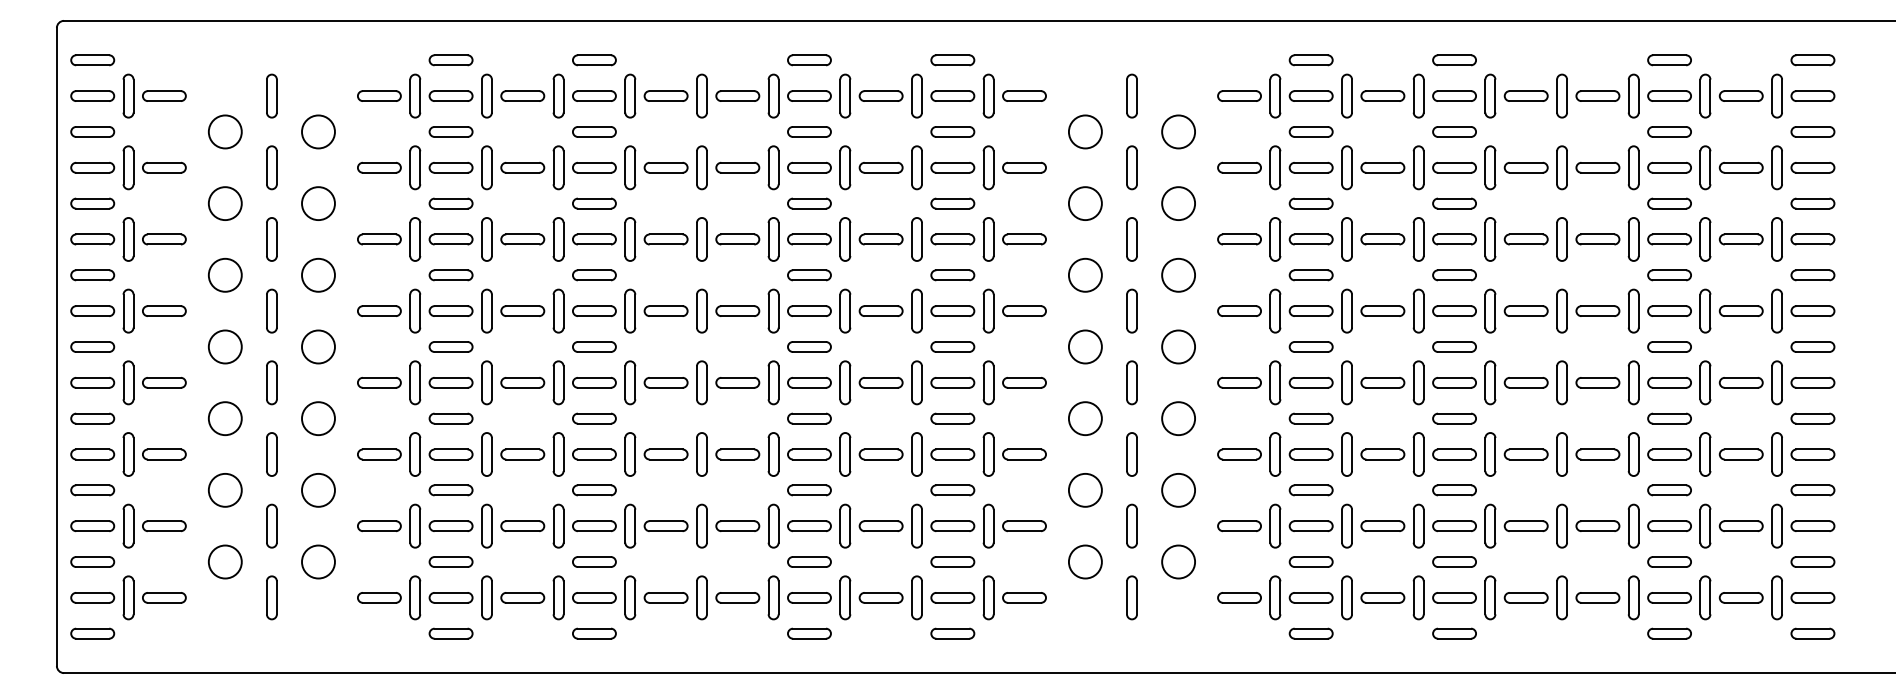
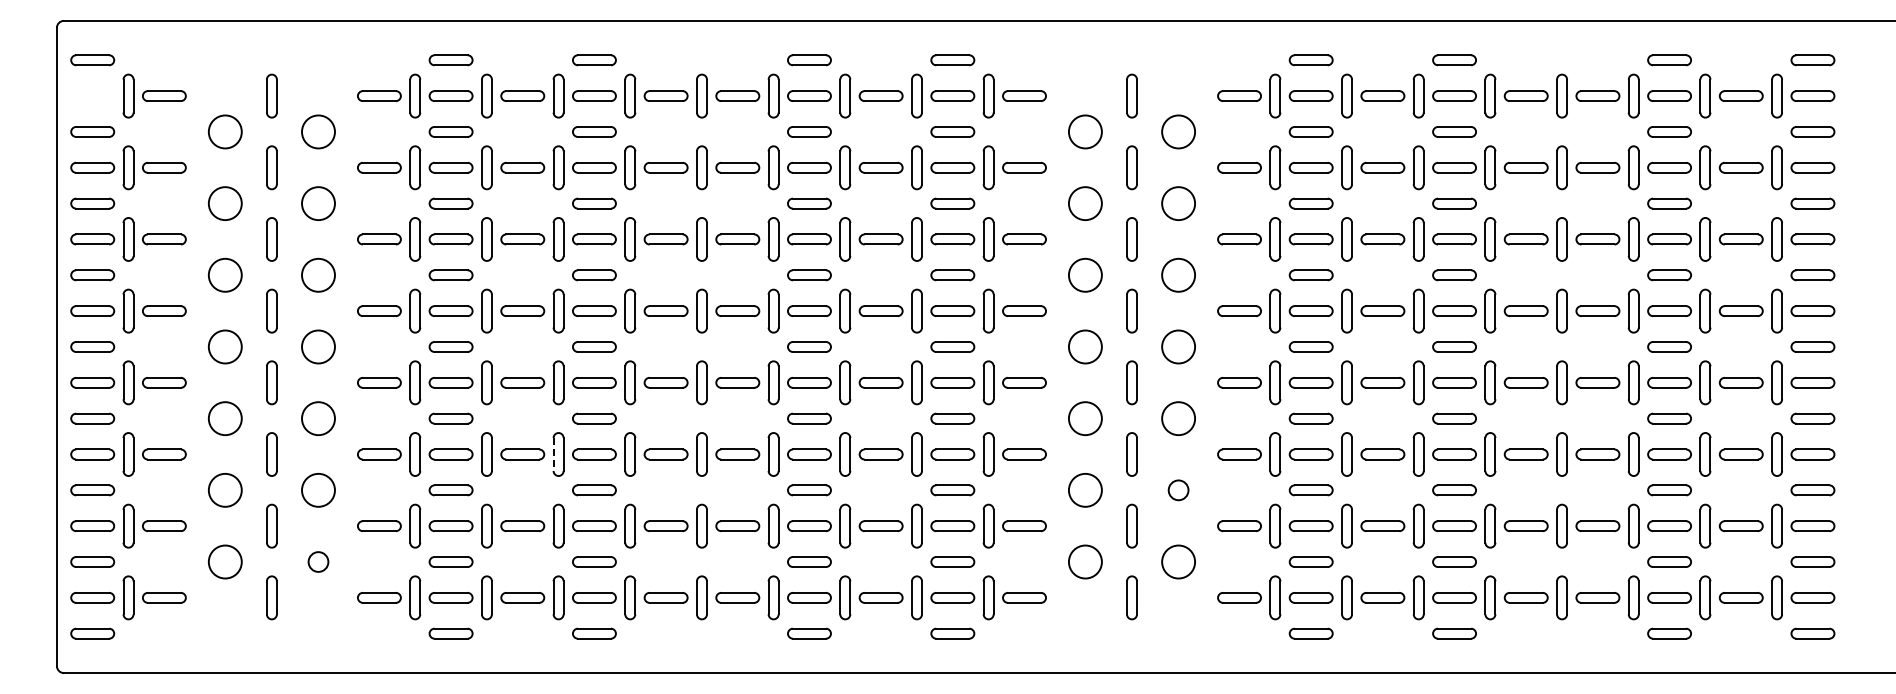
part at (92, 95): present -> none
line at (553, 455): solid -> dashed
circle at (1178, 489) diameter: 33 px -> 20 px
circle at (318, 561) diameter: 33 px -> 20 px
